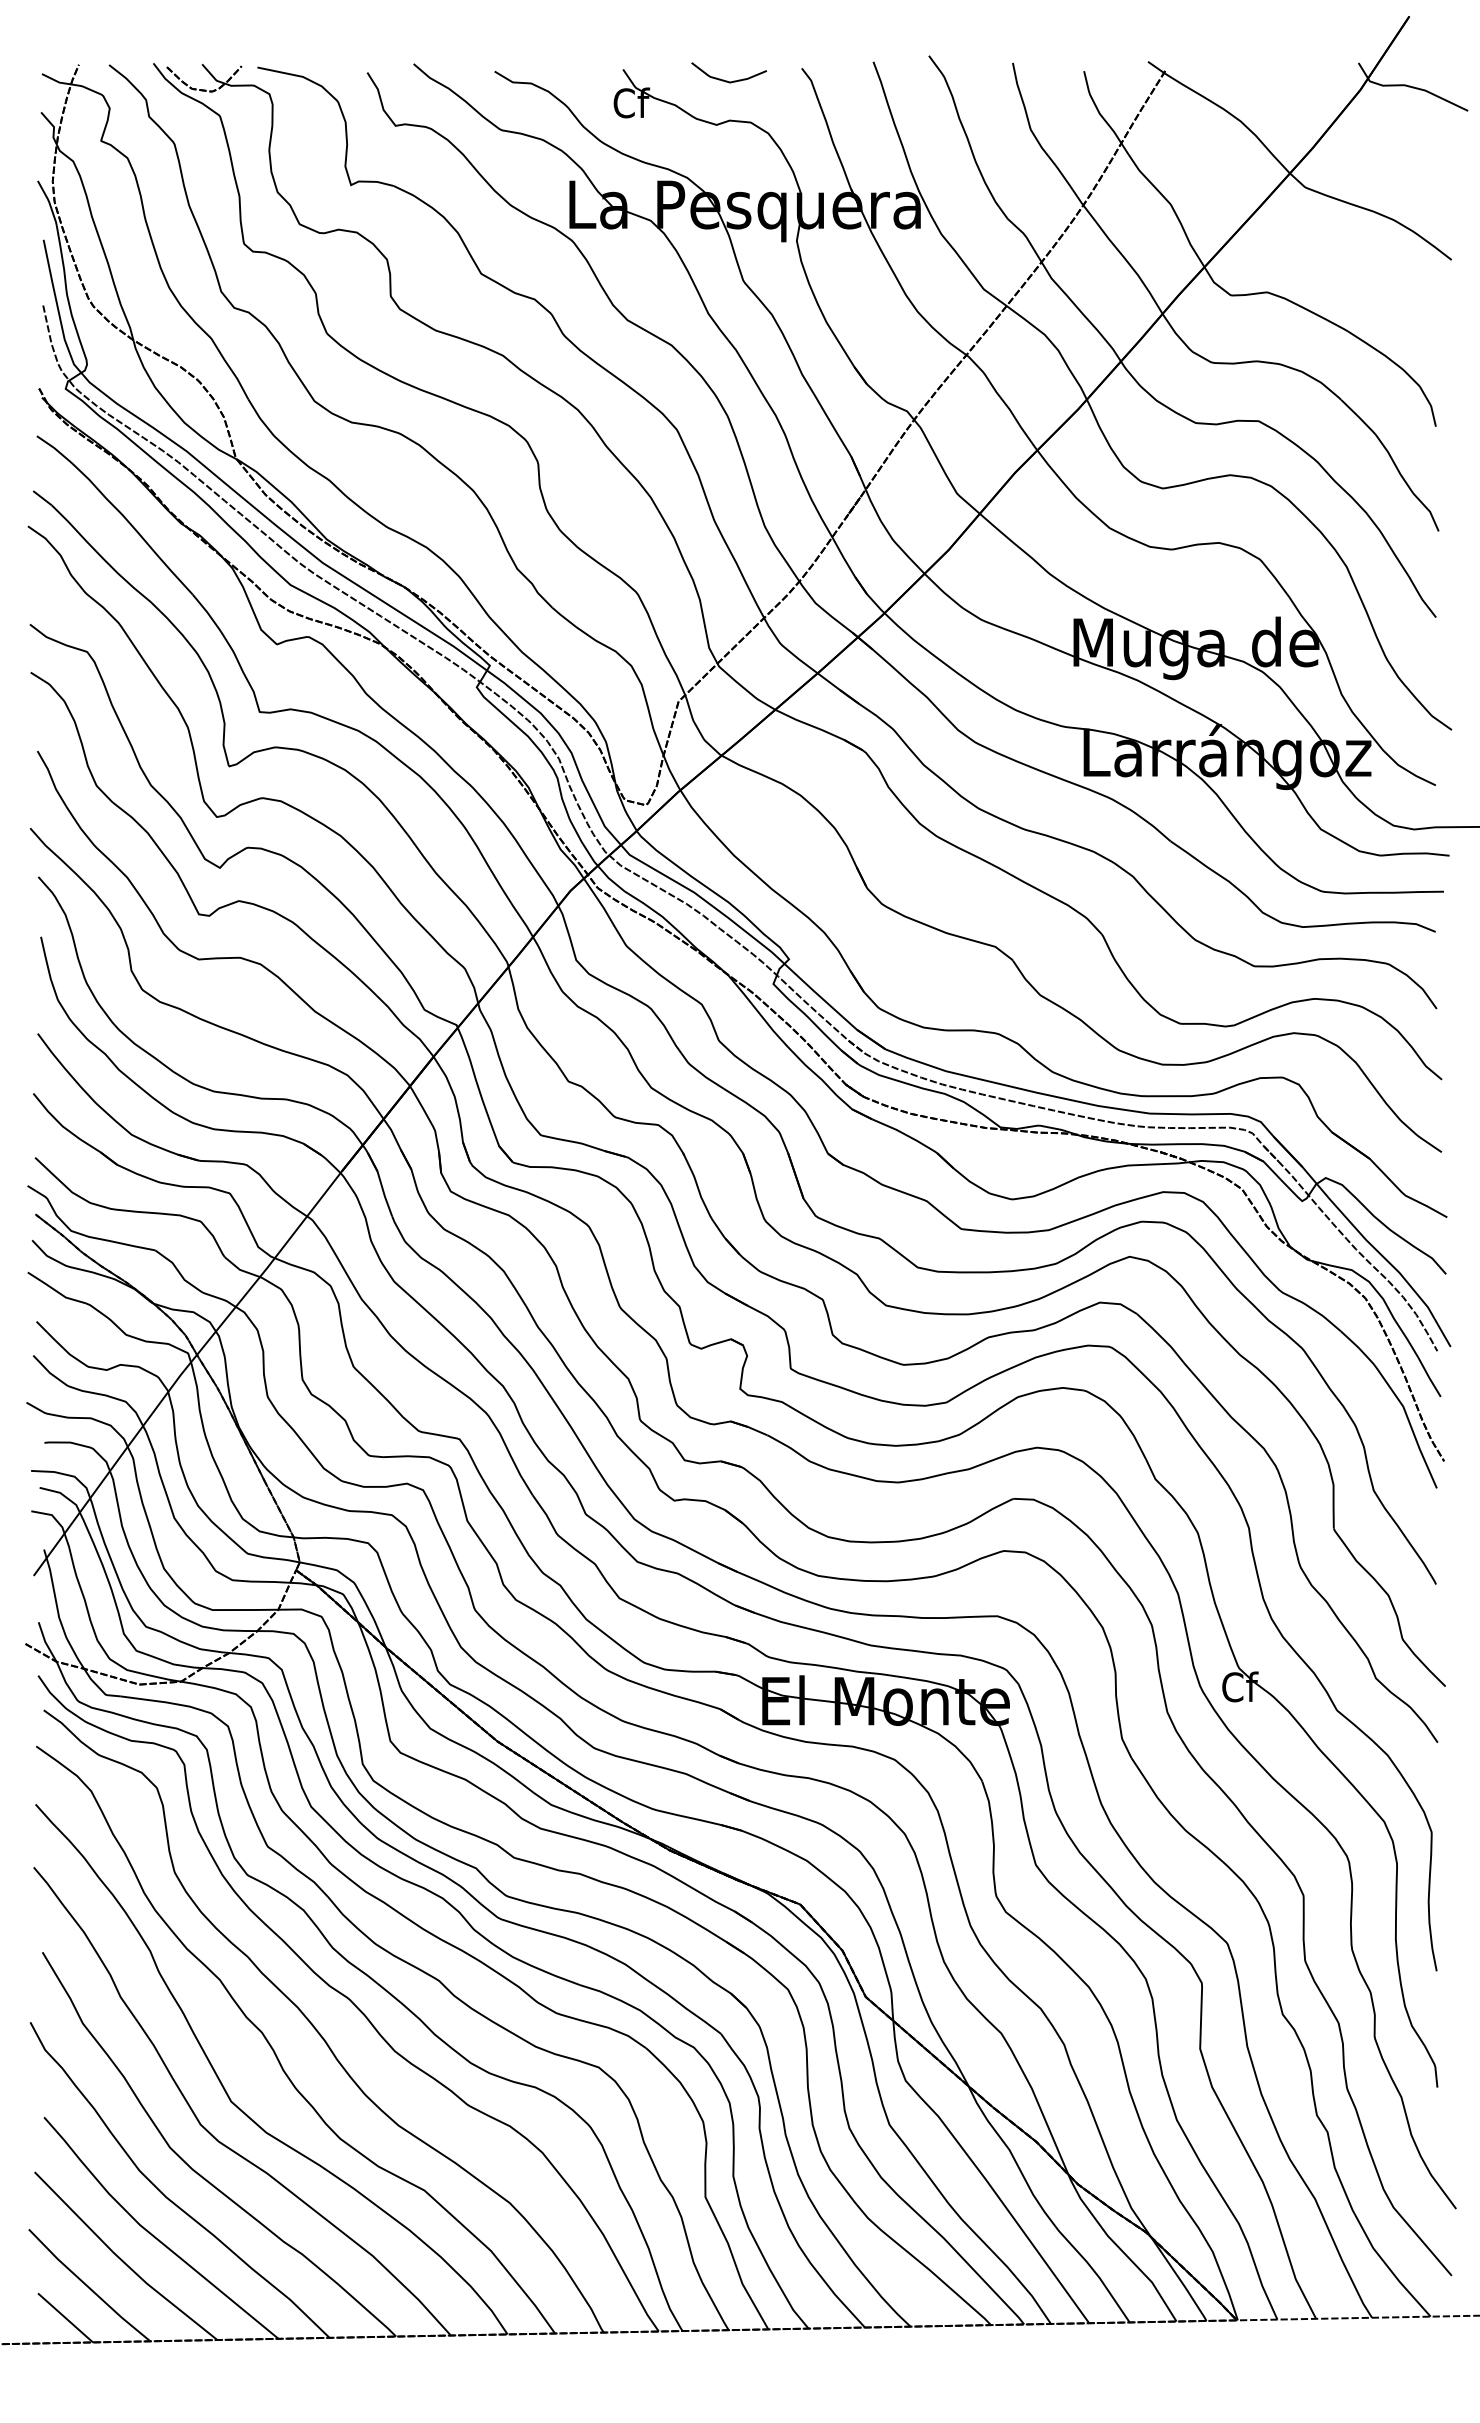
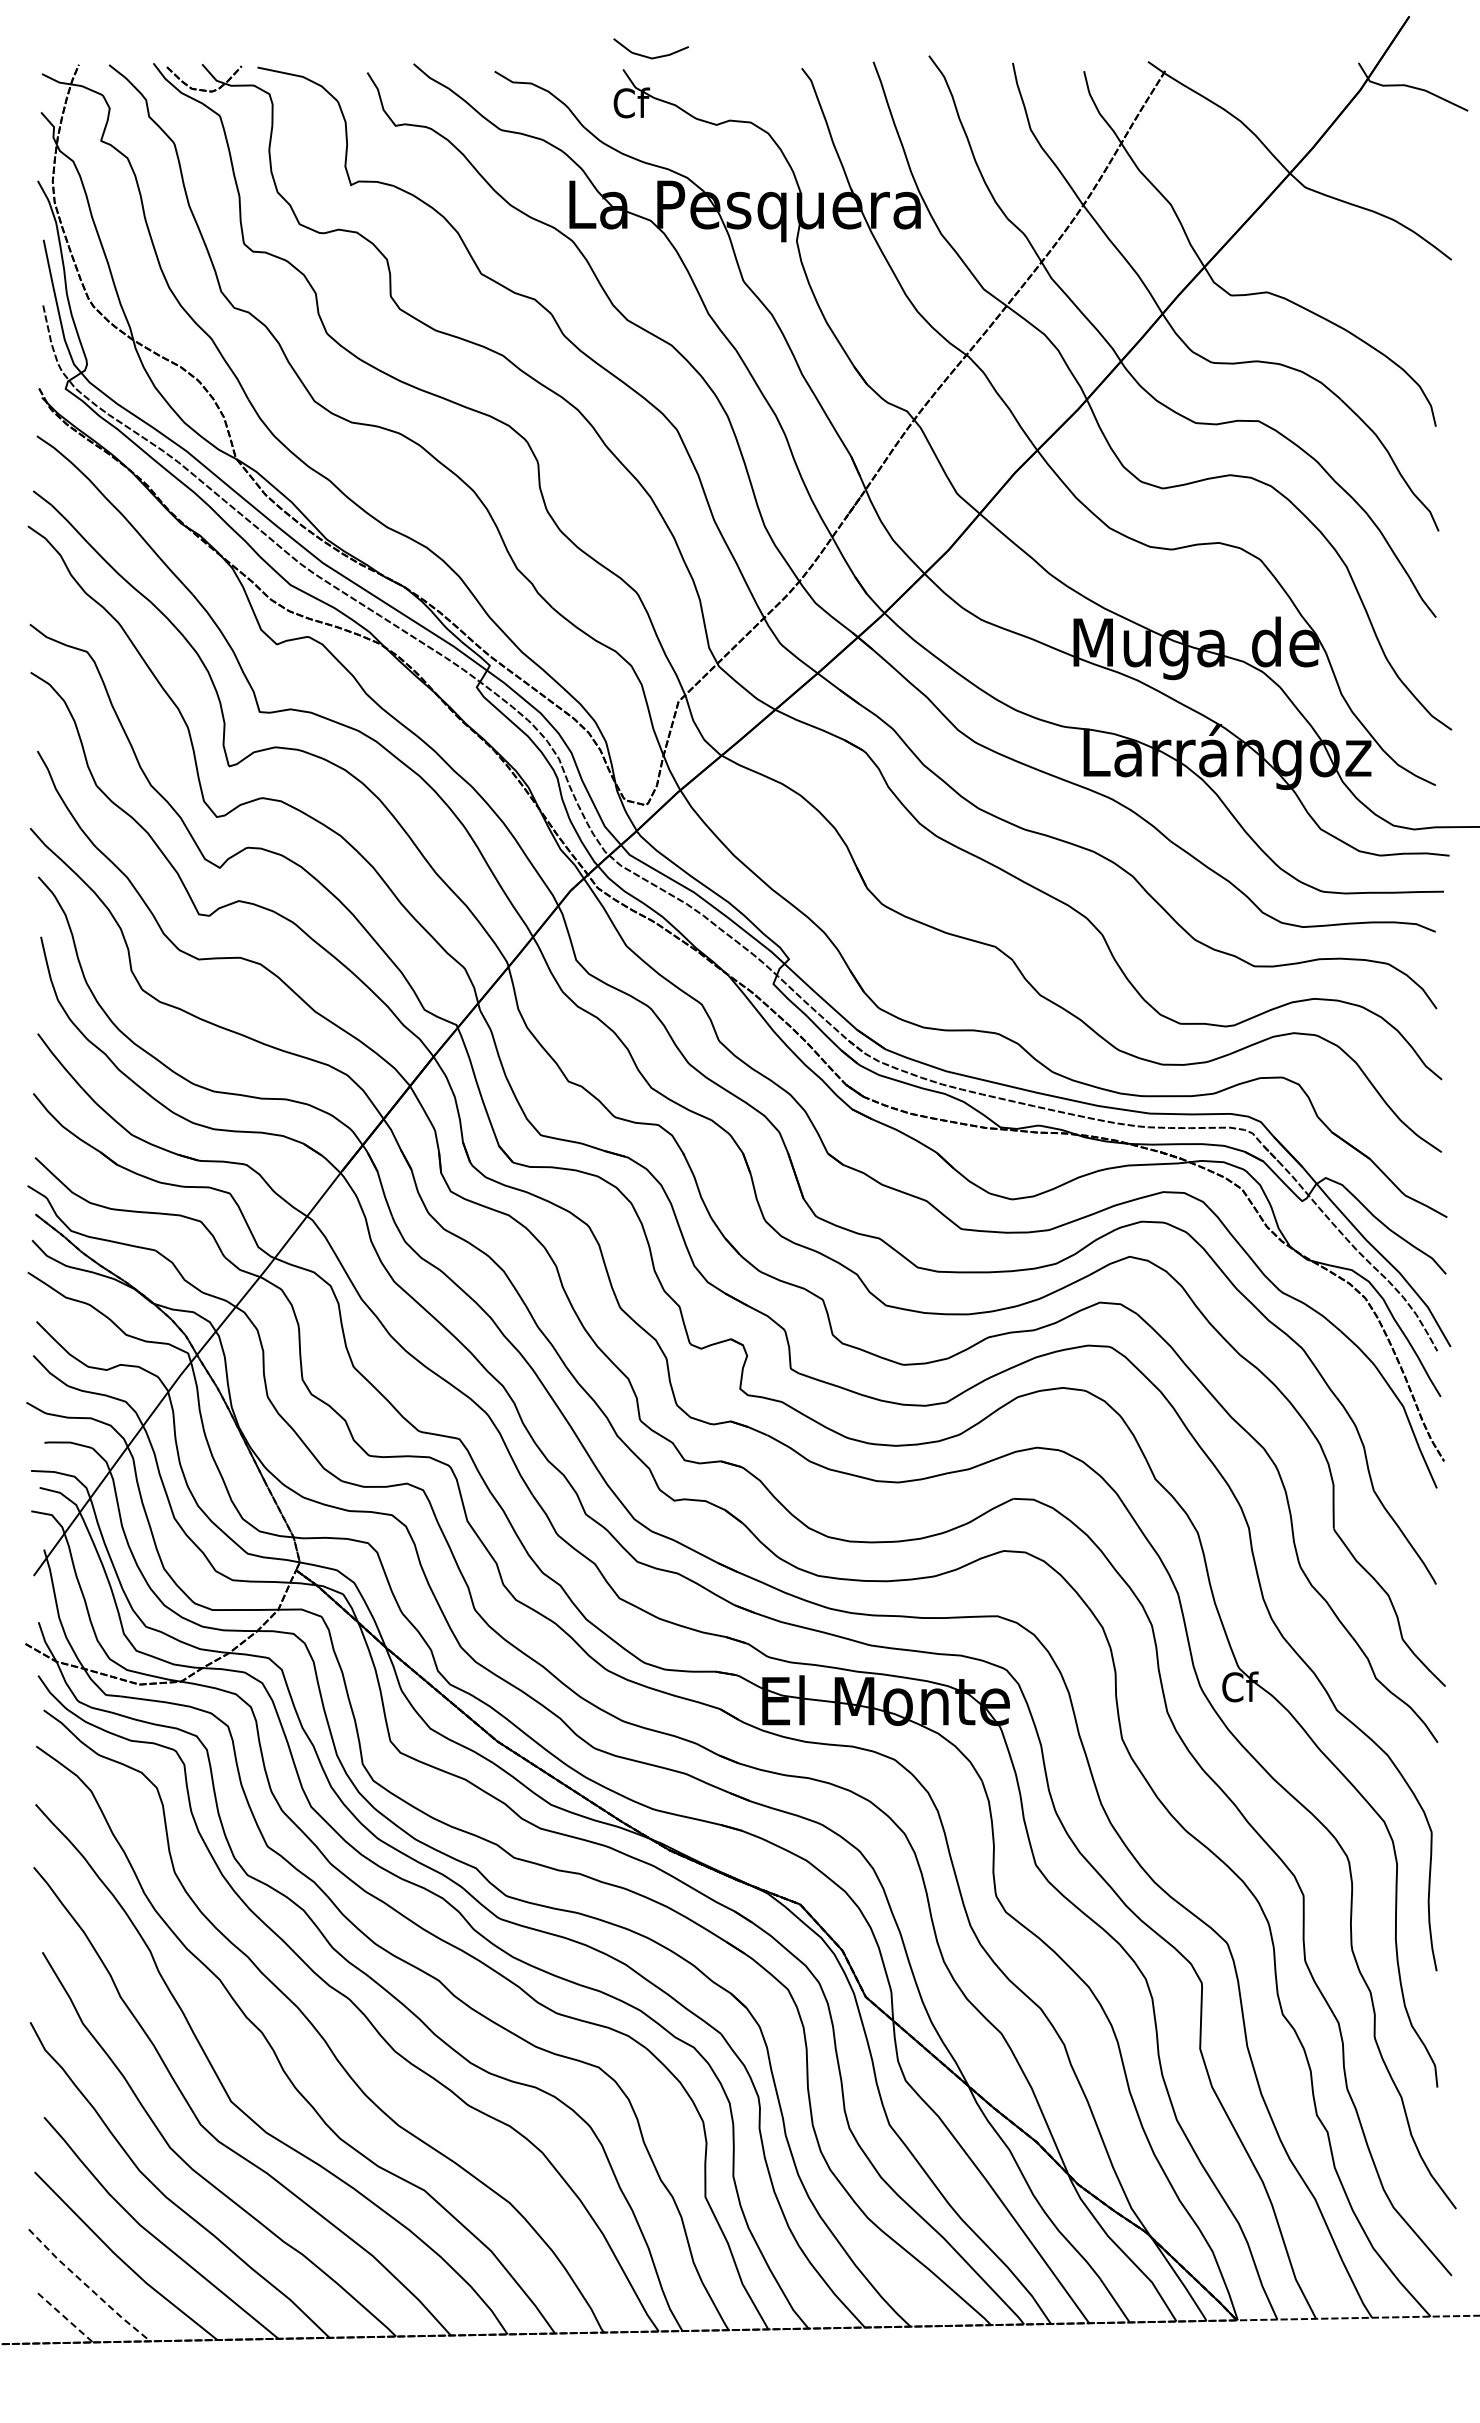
curve at (727, 80) position: (727, 80) -> (649, 56)
line at (88, 2287): solid -> dashed
line at (65, 2317): solid -> dashed
